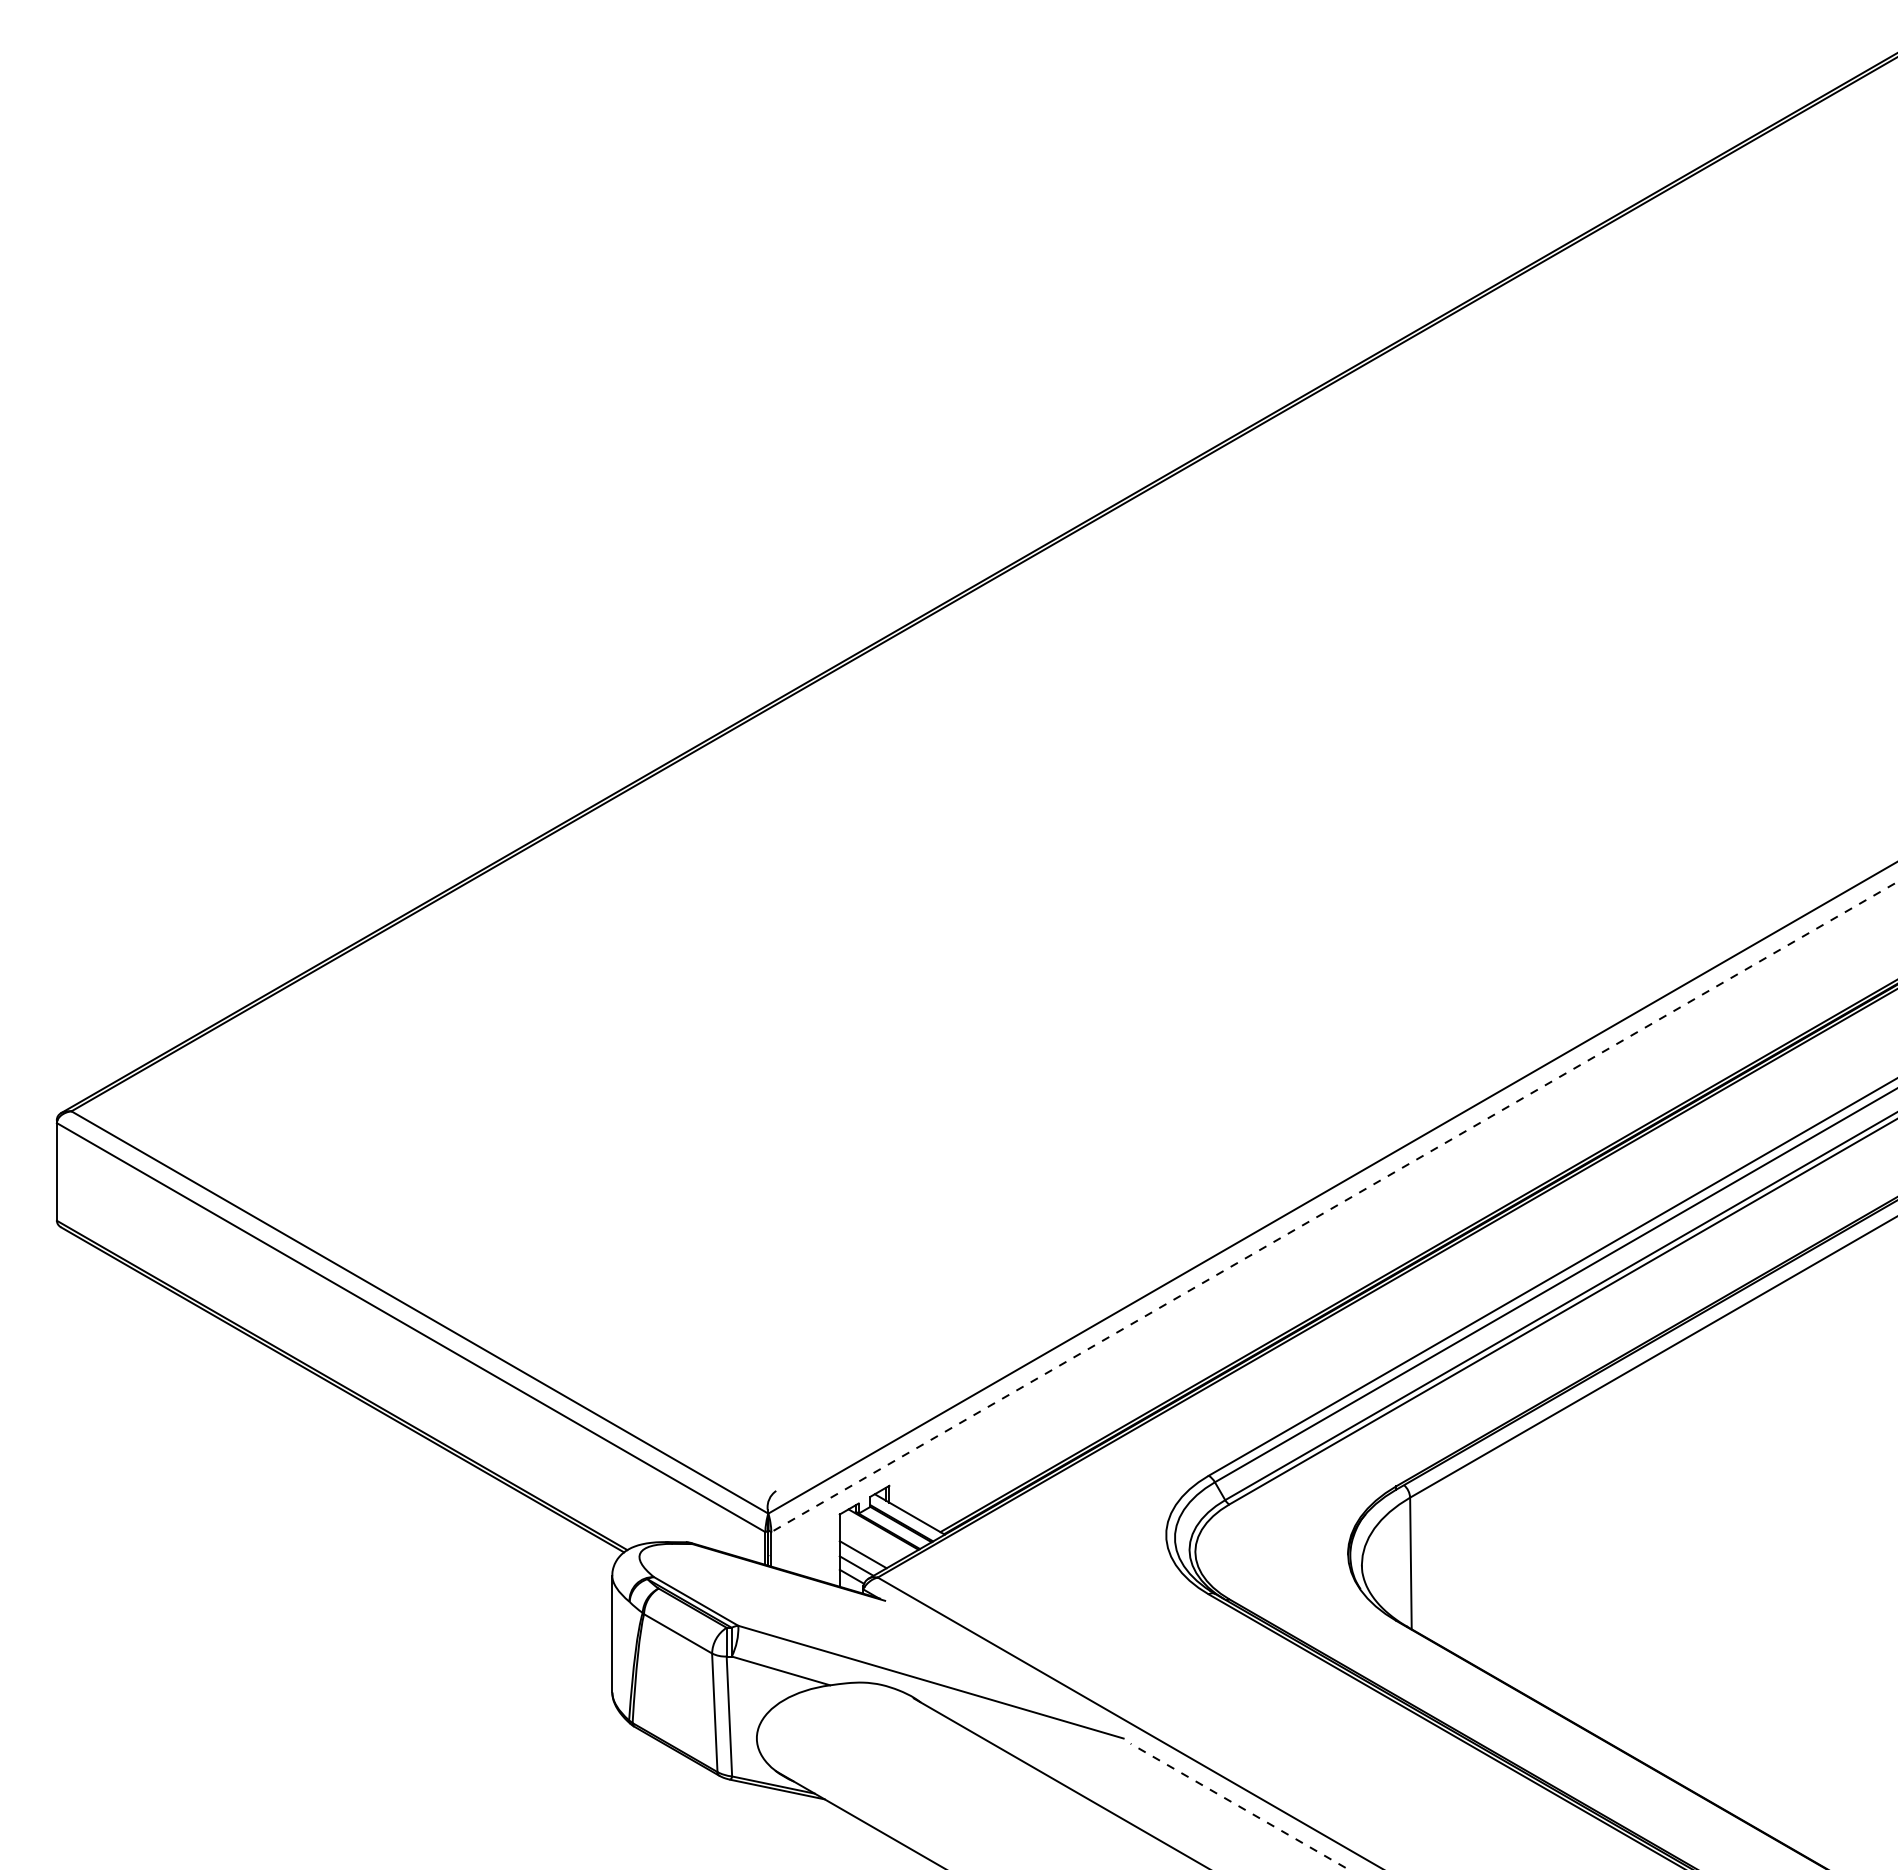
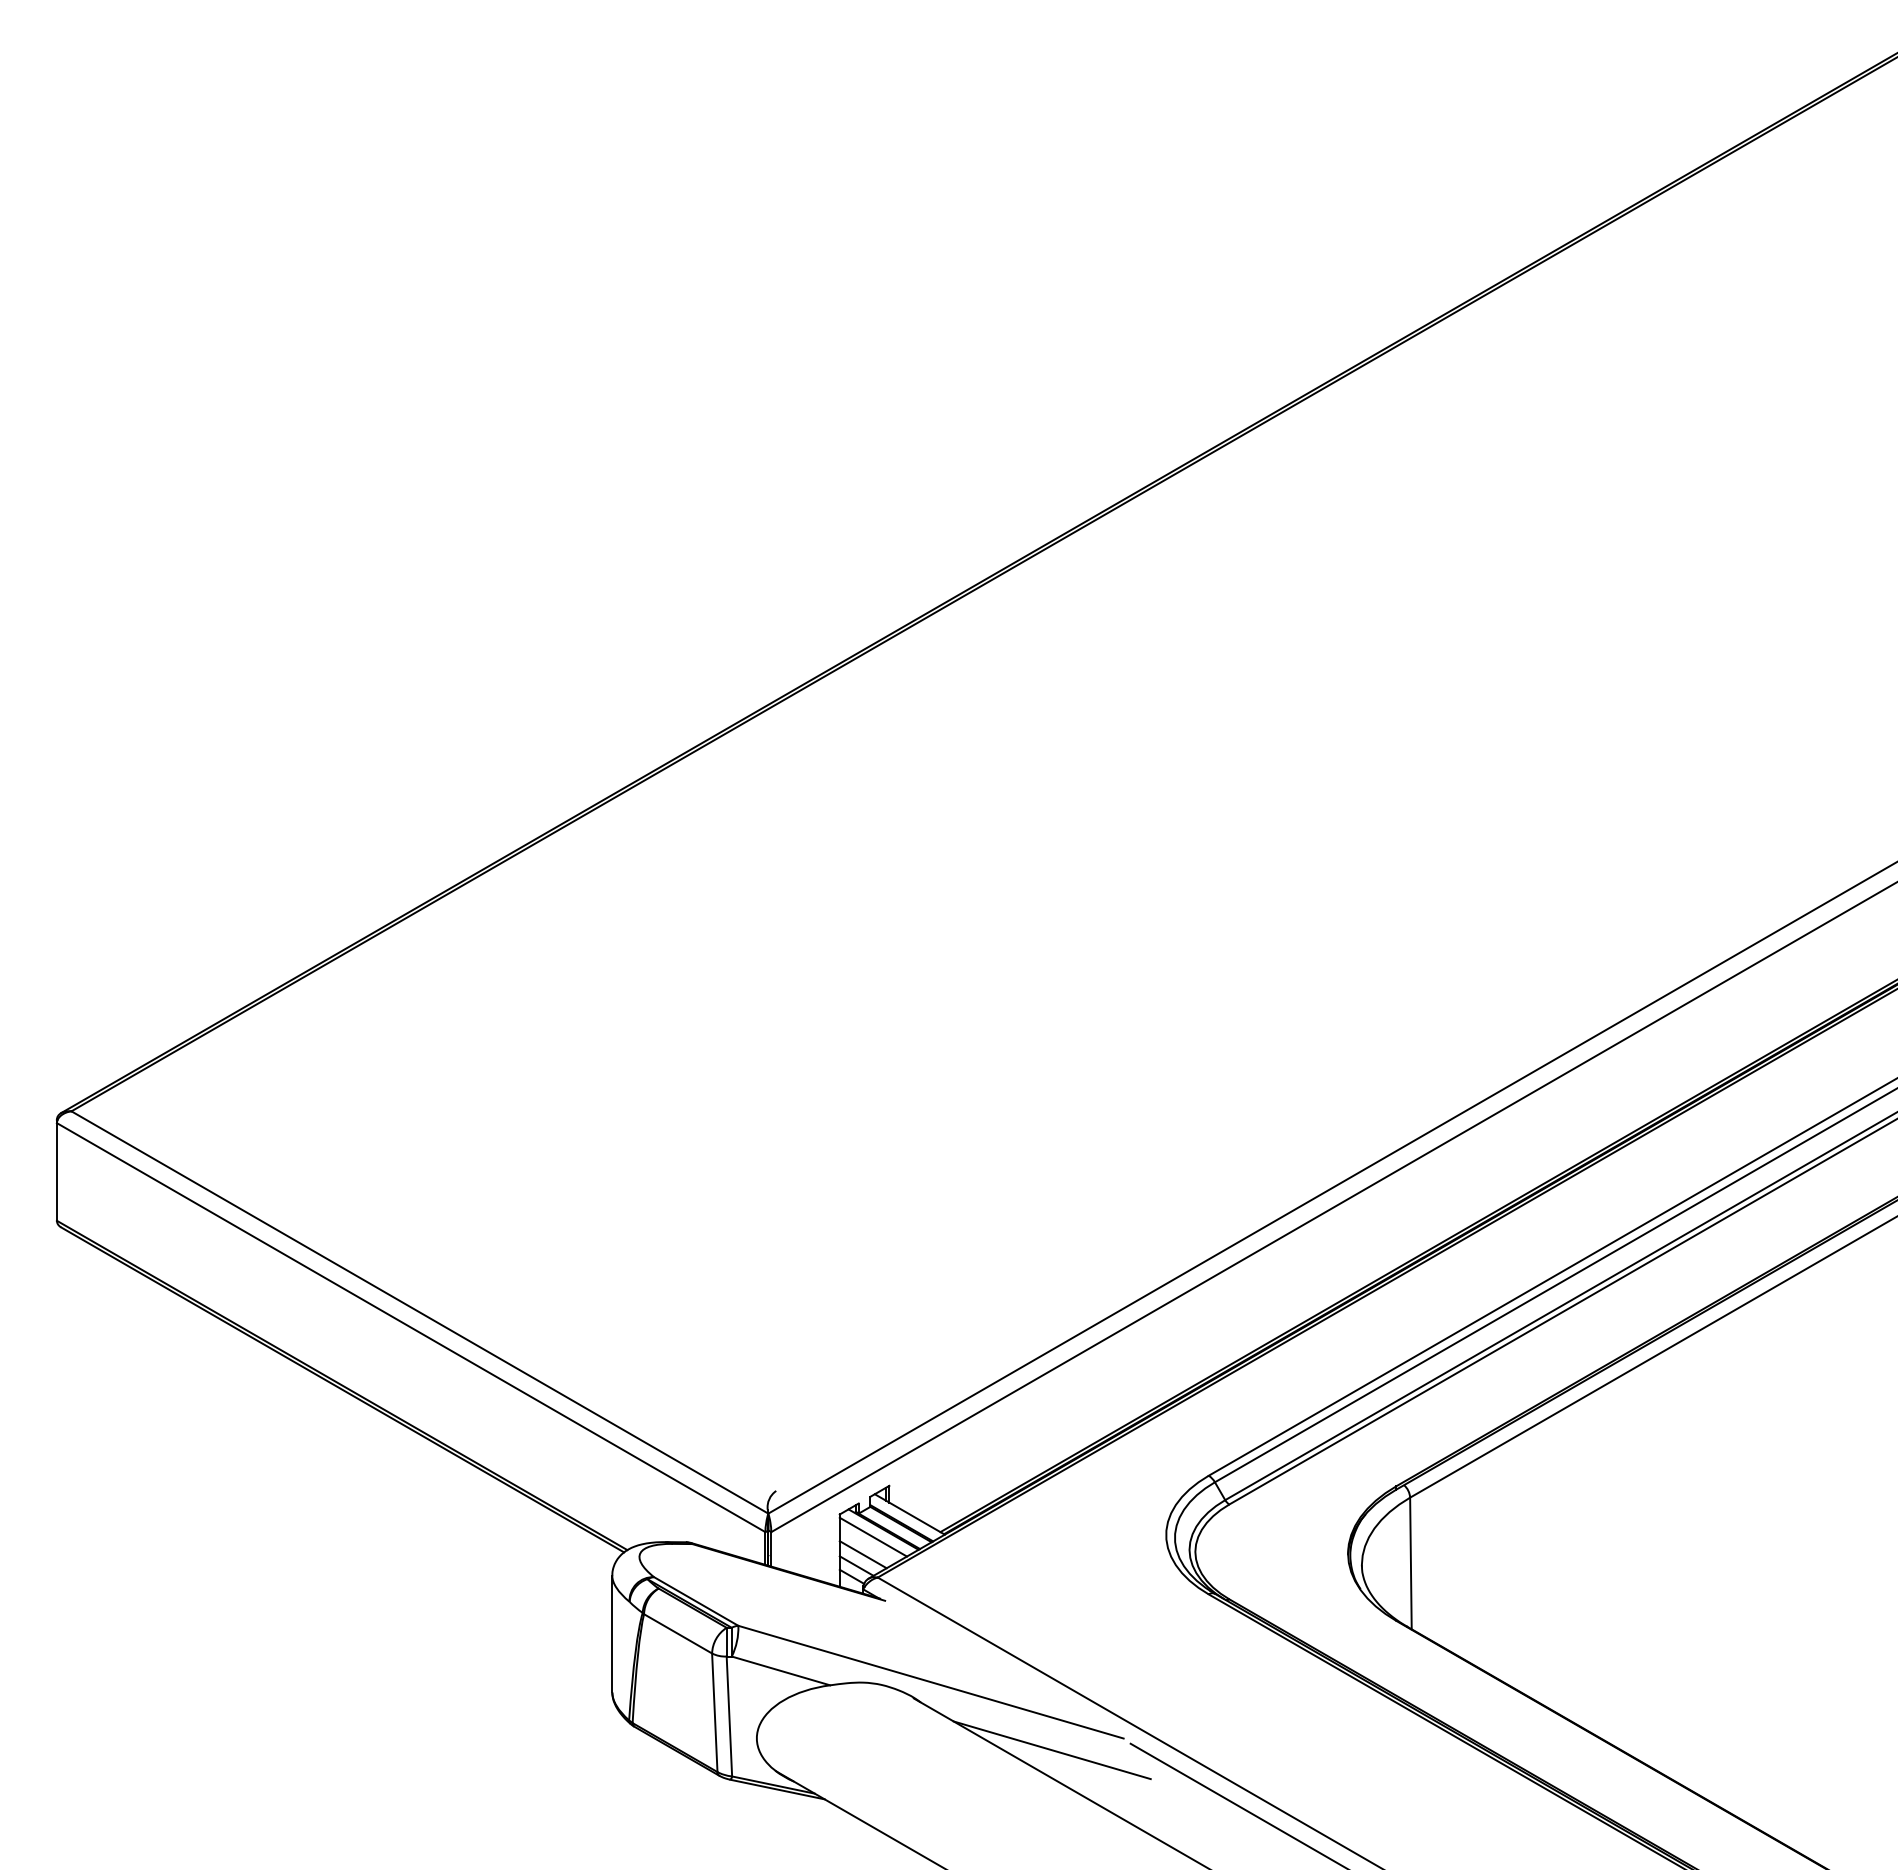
line at (1334, 1207): dashed -> solid
line at (872, 1536): none -> present
line at (1051, 1750): none -> present
line at (1239, 1806): dashed -> solid
